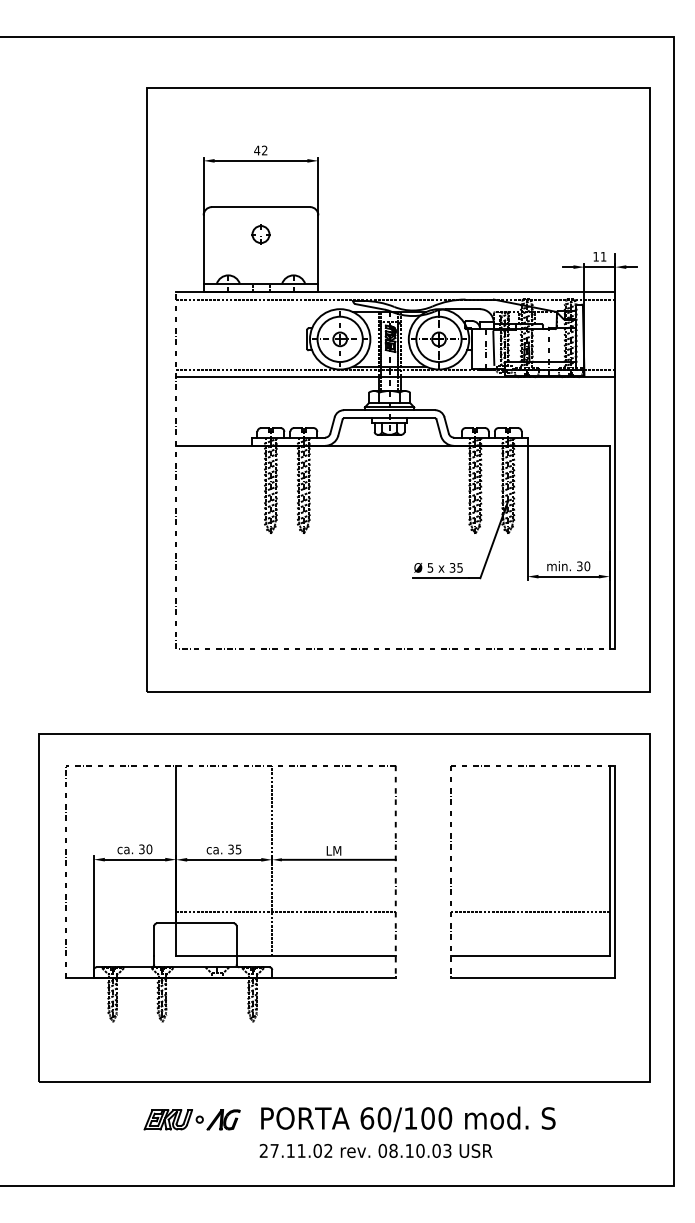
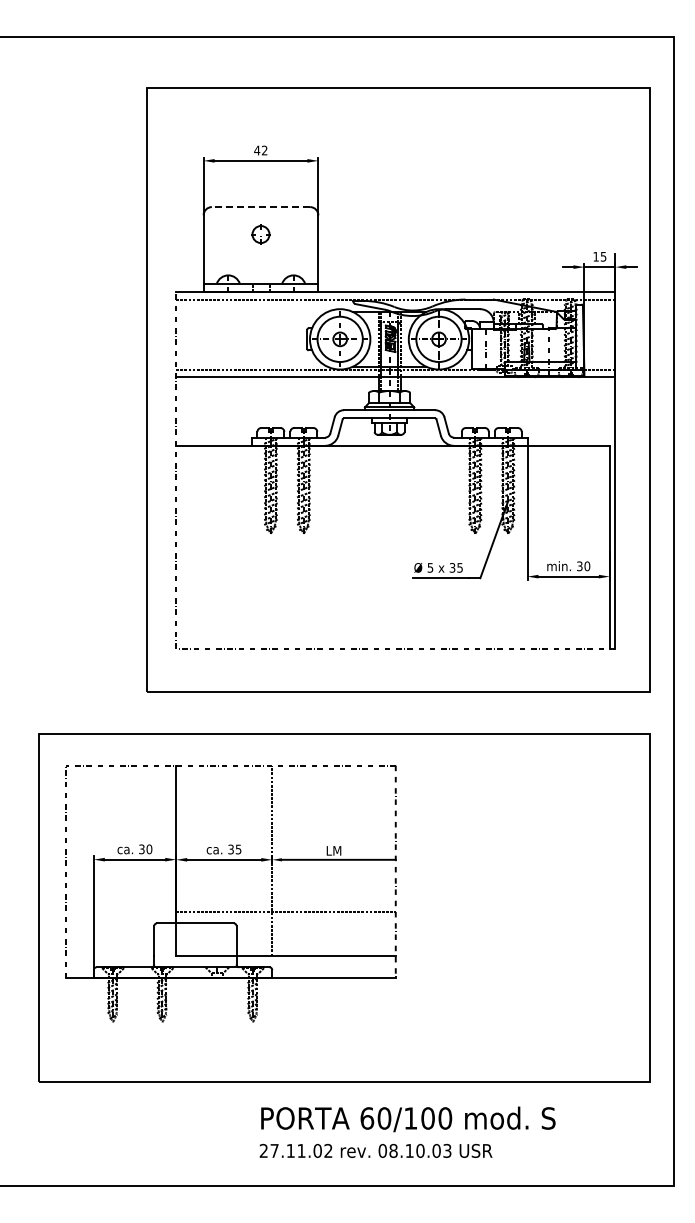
line at (260, 207): solid -> dashed
text at (603, 256): 11 -> 15
line at (493, 347): present -> none
part at (531, 911): present -> none
part at (191, 1119): present -> none
